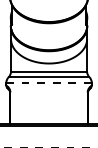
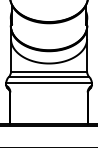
line at (49, 82): dashed -> solid
line at (49, 147): dashed -> solid
